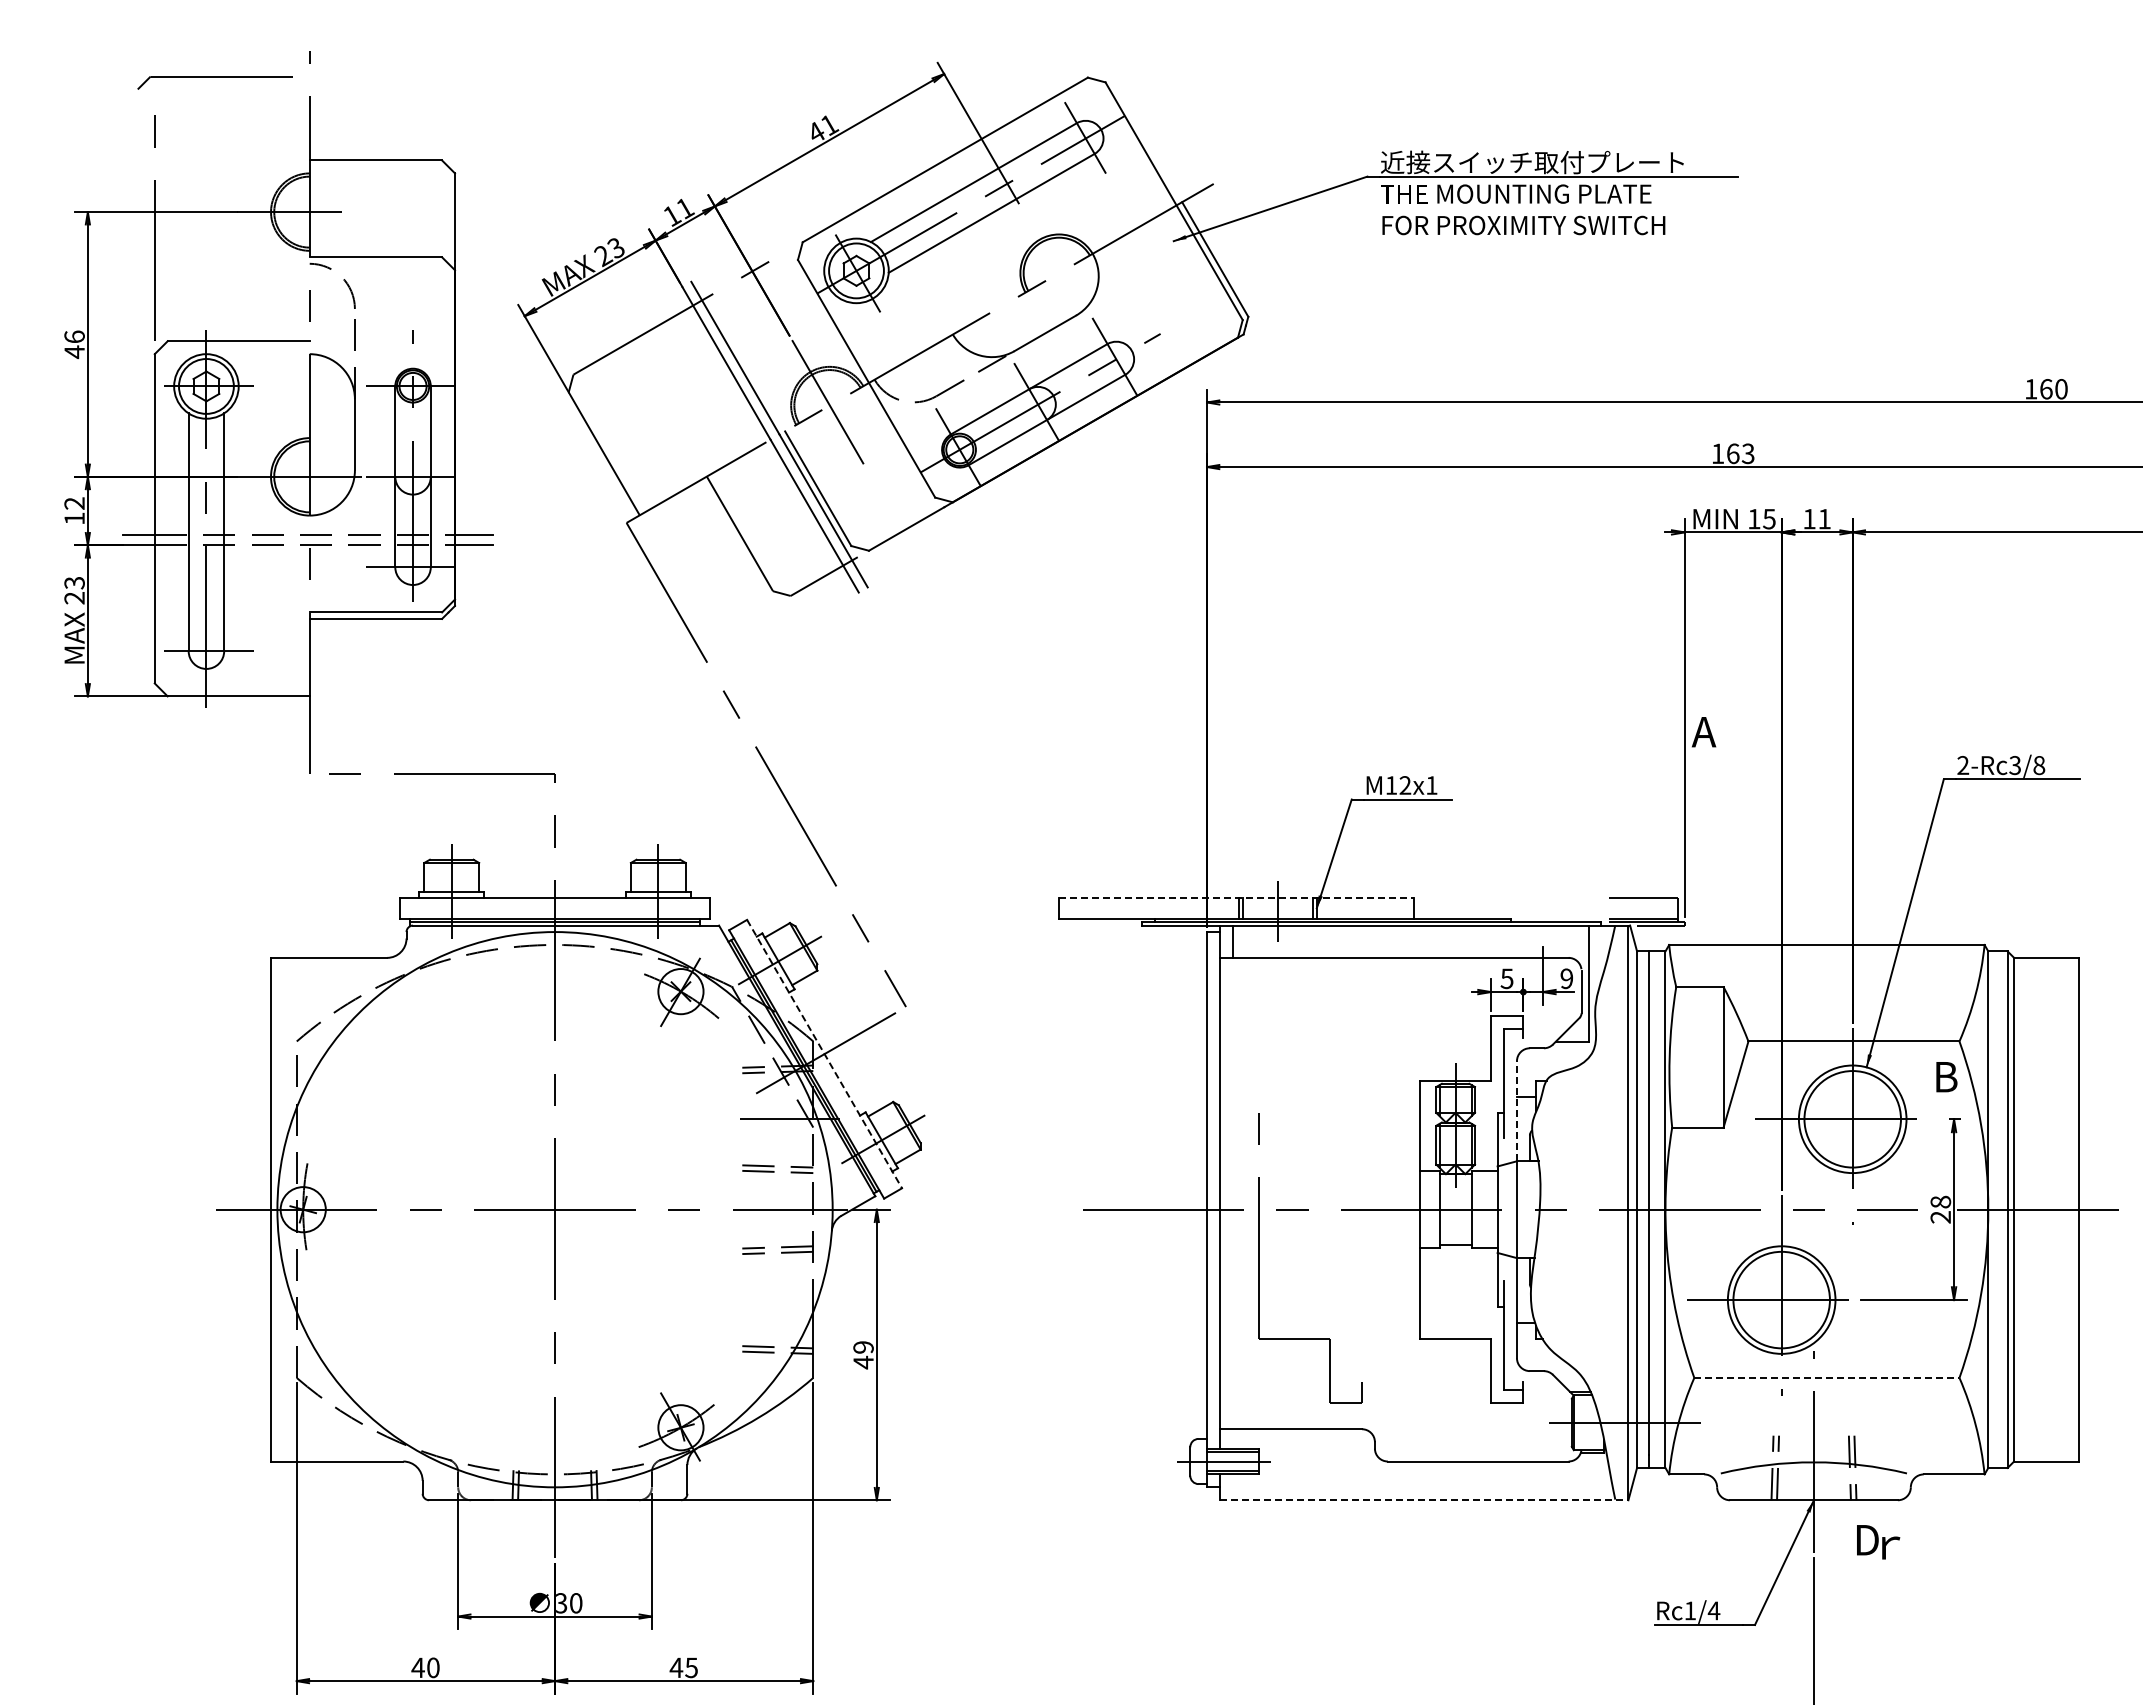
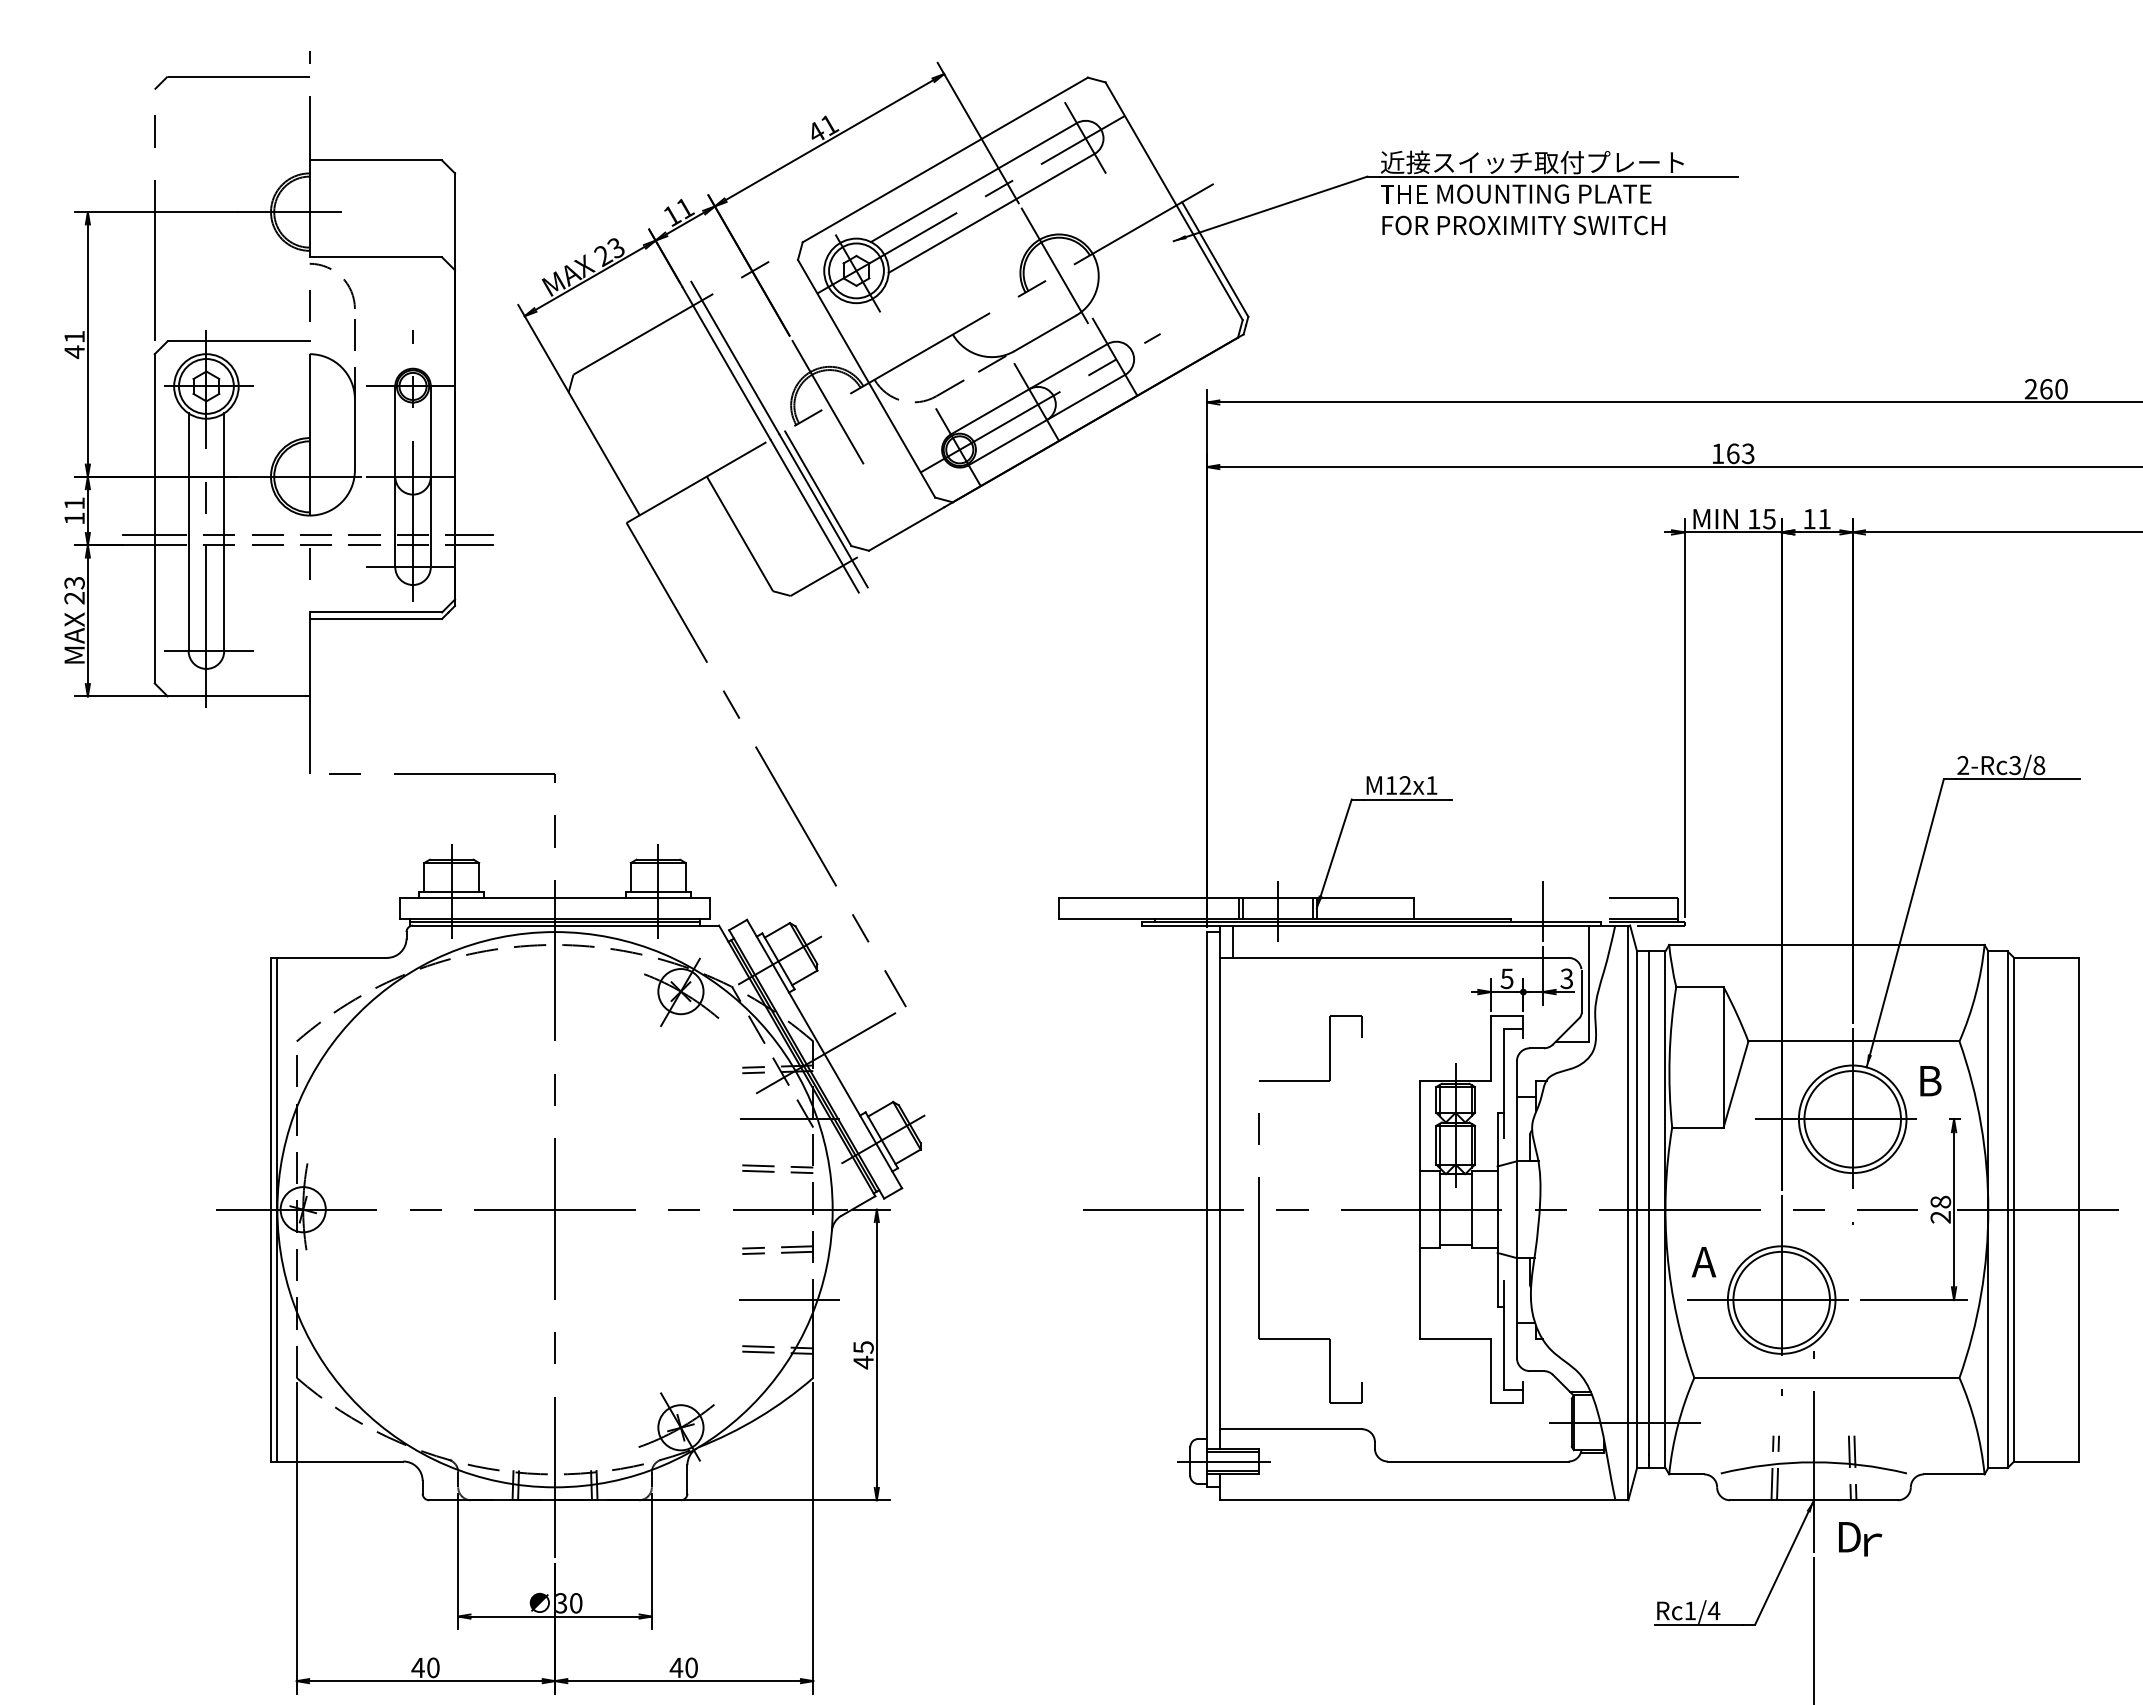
part at (214, 82) position: (214, 82) -> (231, 82)
line at (1054, 265): none -> present
text at (74, 336): 46 -> 41
text at (2030, 389): 160 -> 260
text at (74, 503): 12 -> 11
text at (1704, 732) position: (1704, 732) -> (1704, 1262)
line at (1236, 898): dashed -> solid
line at (1542, 910): none -> present
text at (1566, 978): 9 -> 3
part at (1329, 1048): none -> present
line at (824, 1054): dashed -> solid
text at (1946, 1077) position: (1946, 1077) -> (1930, 1081)
line at (1516, 1110): dashed -> solid
line at (277, 1209): none -> present
line at (789, 1300): none -> present
text at (863, 1347): 49 -> 45
line at (1826, 1377): dashed -> solid
line at (1424, 1500): dashed -> solid
text at (1878, 1542) position: (1878, 1542) -> (1860, 1539)
text at (691, 1667): 45 -> 40
